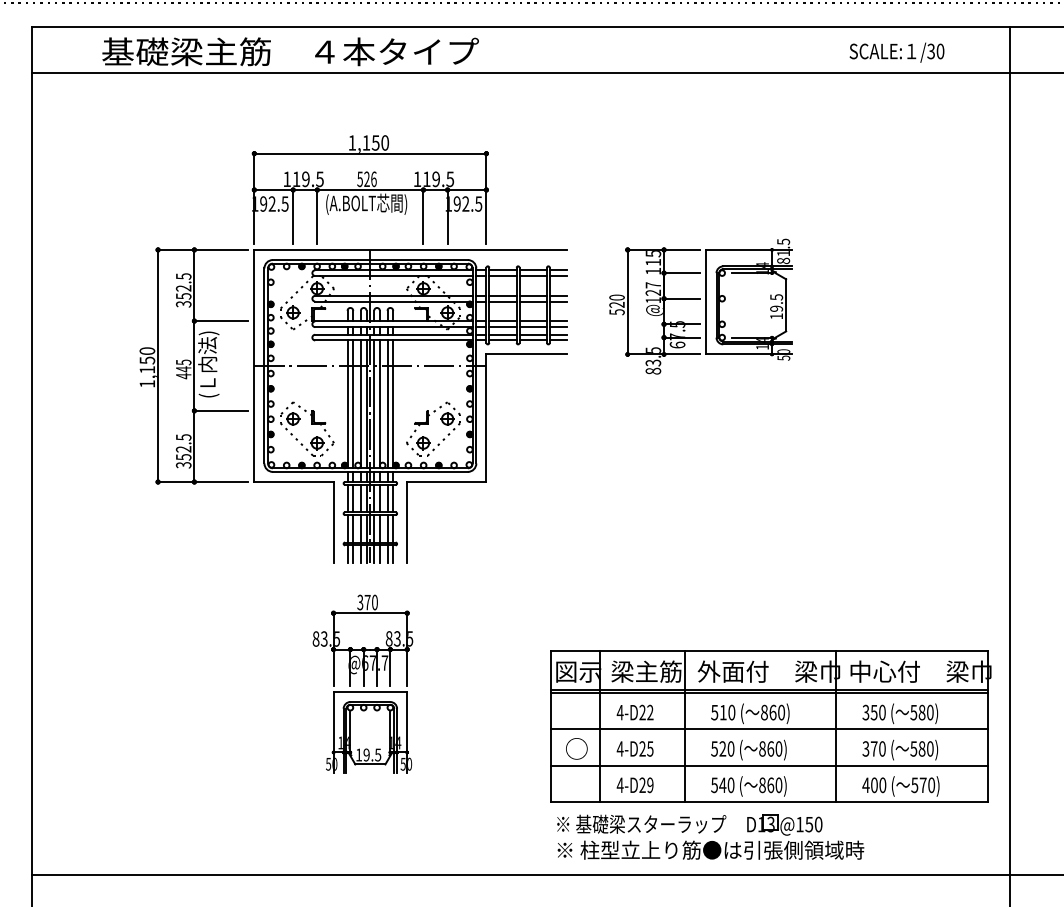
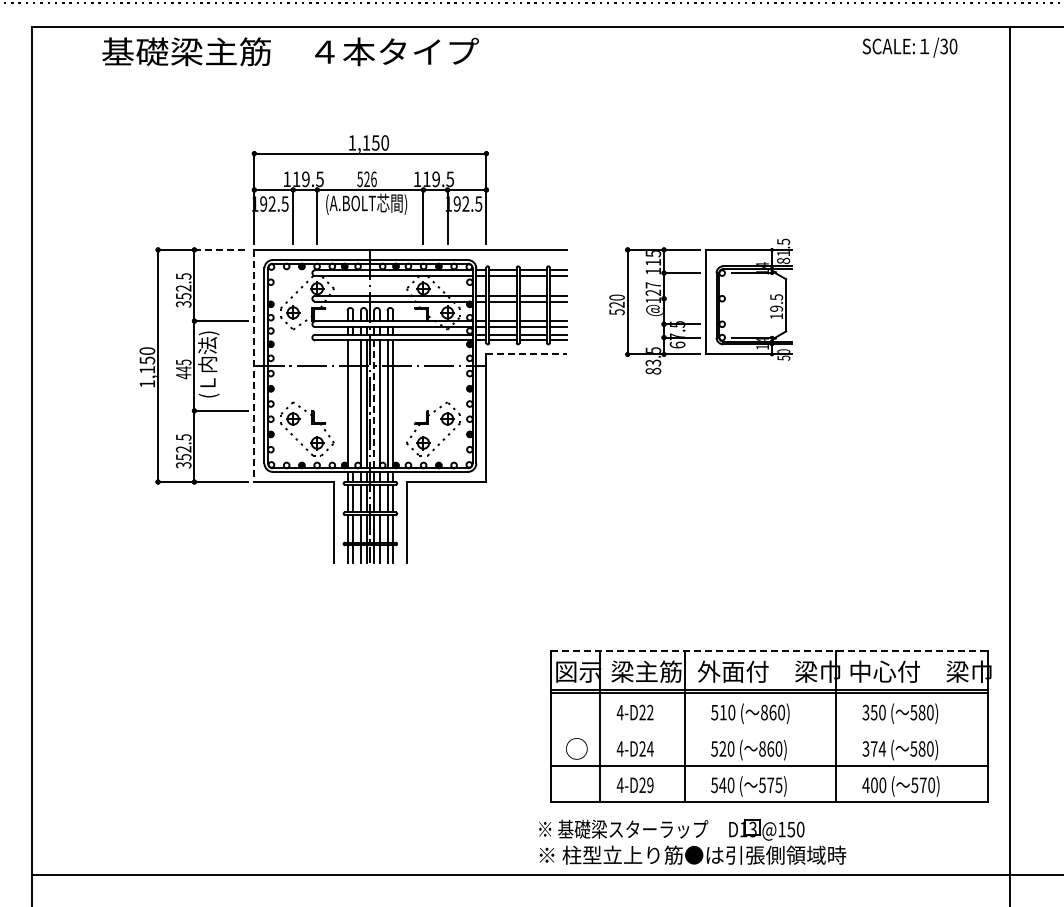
text at (896, 52) position: (896, 52) -> (909, 47)
line at (545, 72): present -> none
line at (221, 249): solid -> dashed
line at (682, 298): present -> none
line at (527, 354): solid -> dashed
line at (254, 366): solid -> dashed
line at (353, 404): present -> none
line at (374, 404): solid -> dashed
line at (769, 650): solid -> dashed
part at (362, 683): present -> none
line at (769, 729): present -> none
text at (649, 748): 4-D25 -> 4-D24
text at (882, 748): 370 -> 374
text at (770, 785): 860) -> 575)
part at (710, 836) position: (710, 836) -> (692, 841)
